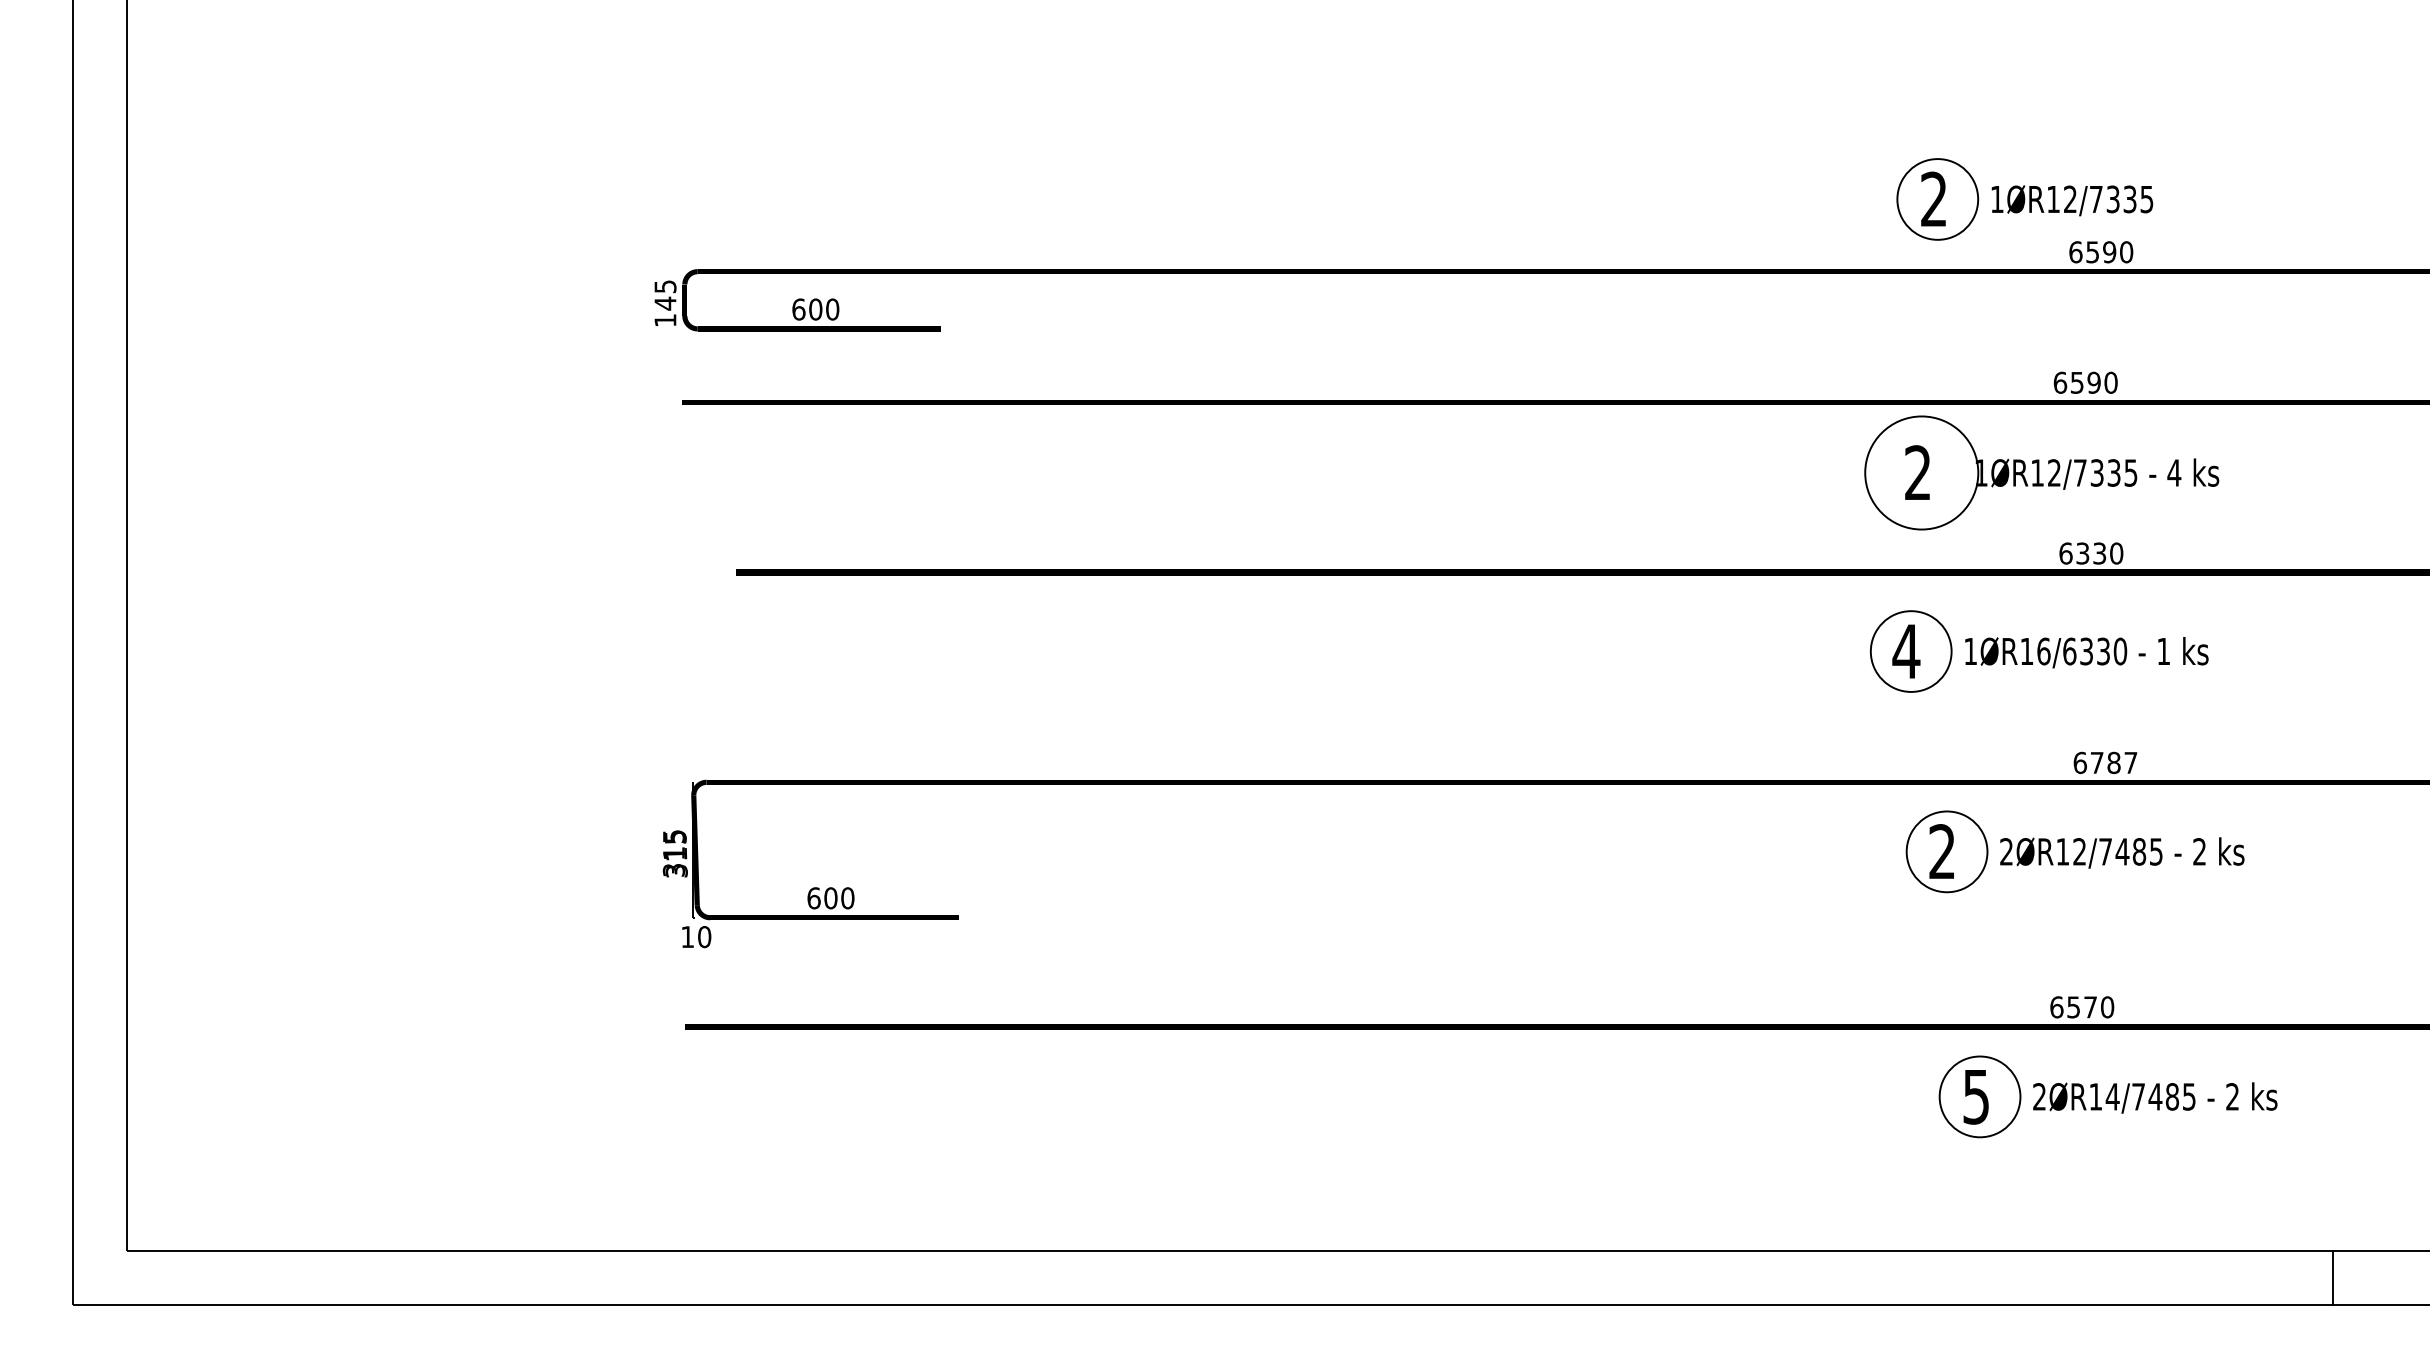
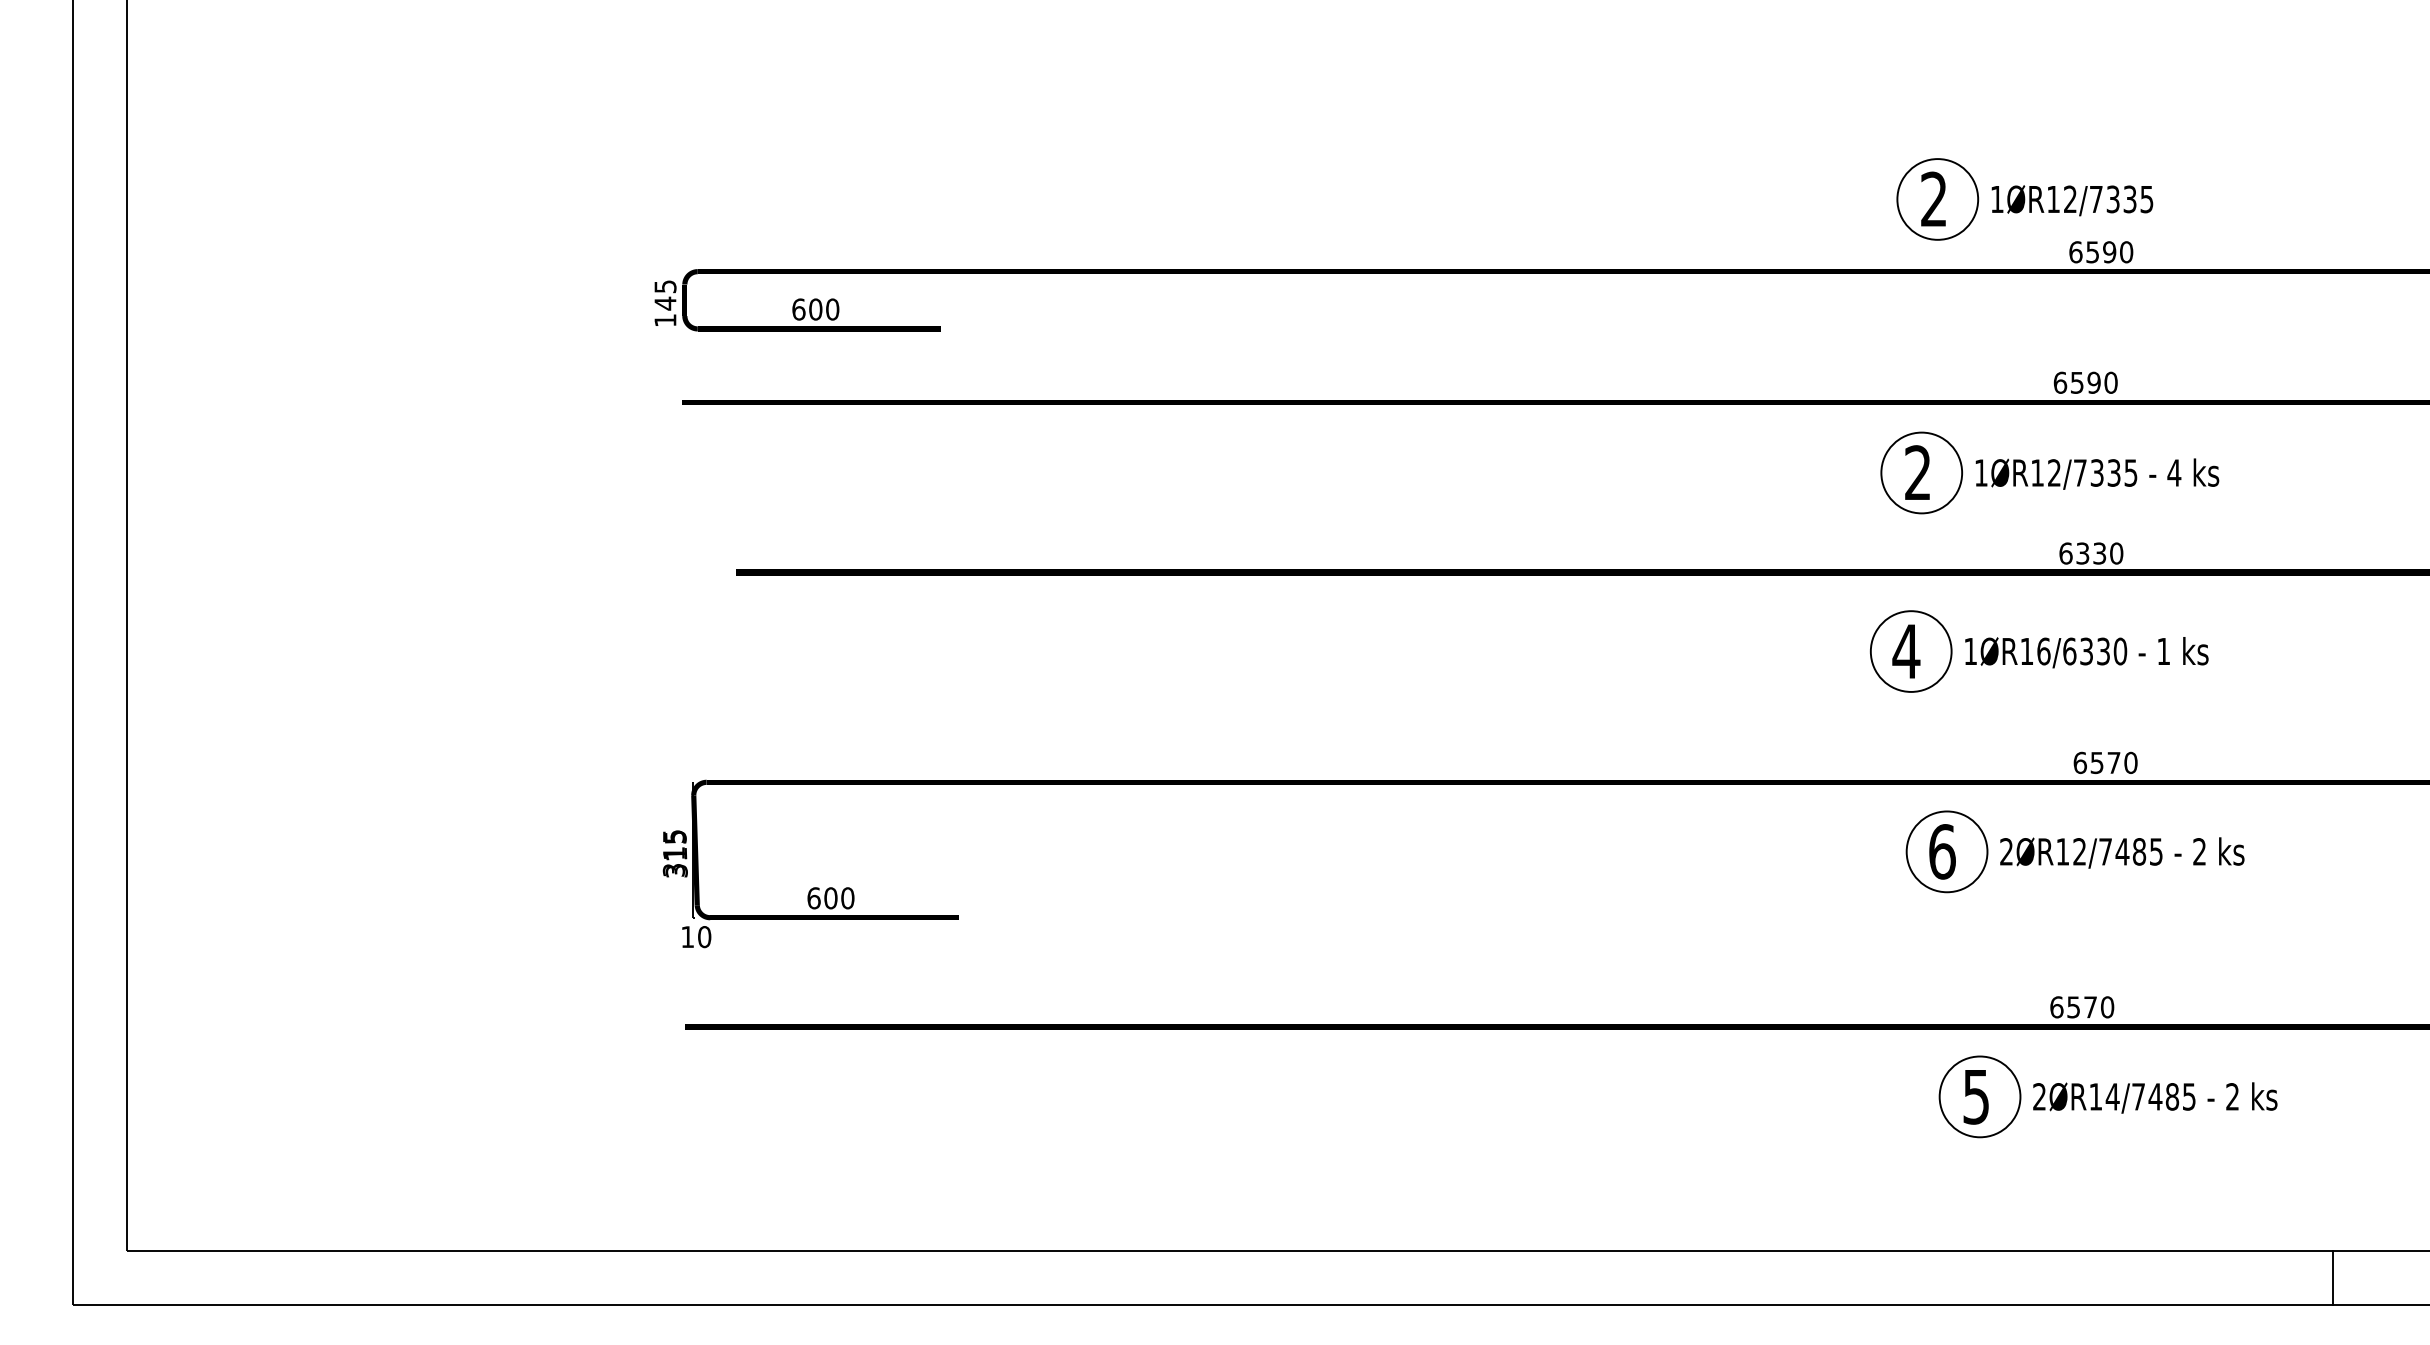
circle at (1921, 472) diameter: 113 px -> 81 px
text at (2113, 762): 6787 -> 6570
text at (1942, 851): 2 -> 6
